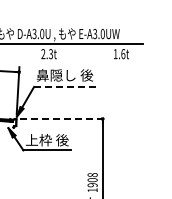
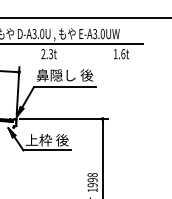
line at (85, 17): none -> present
line at (64, 86): dashed -> solid
line at (63, 118): dashed -> solid
text at (92, 180): 1908 -> 1998
